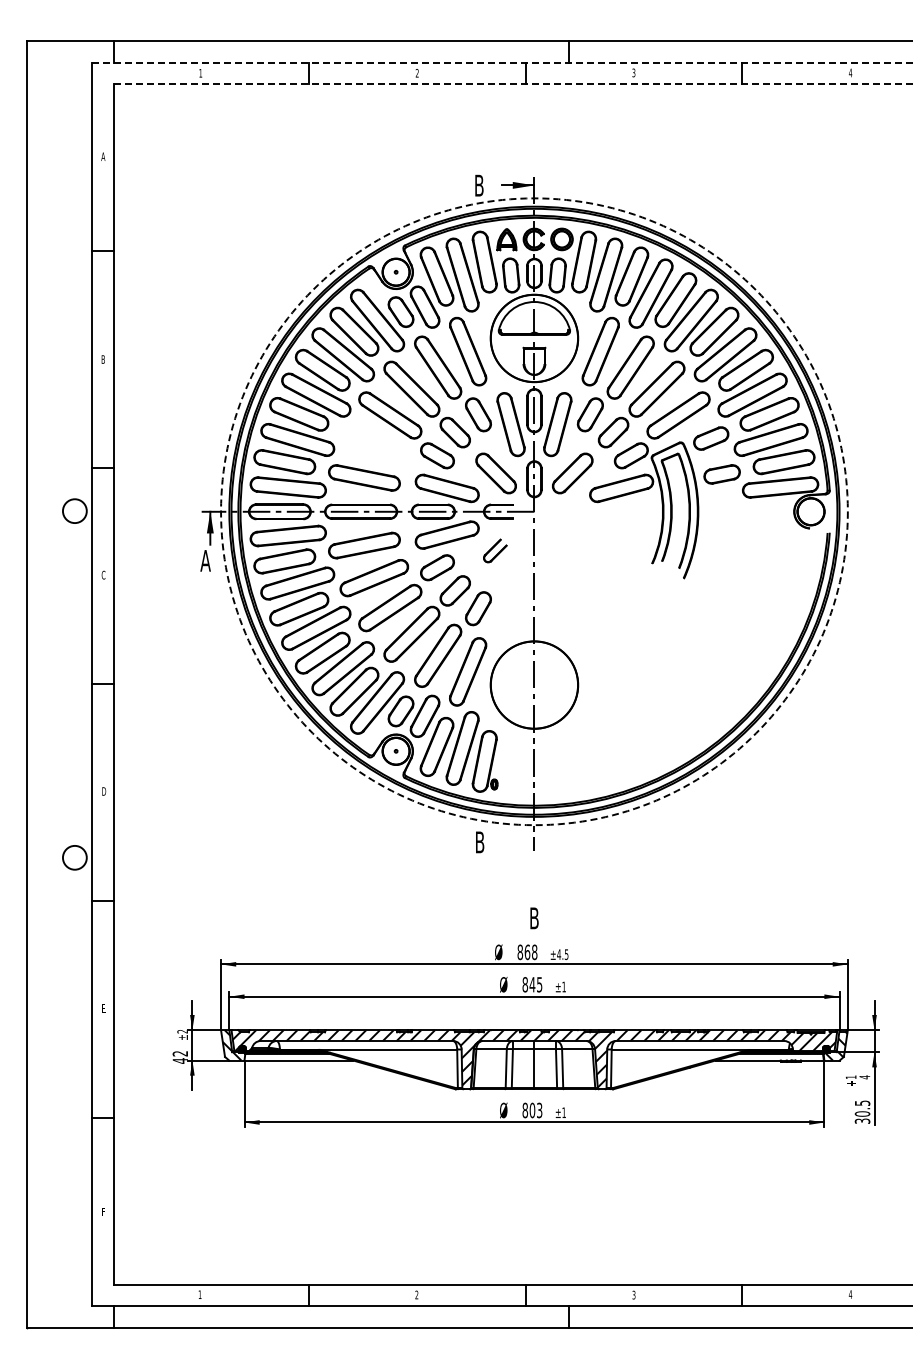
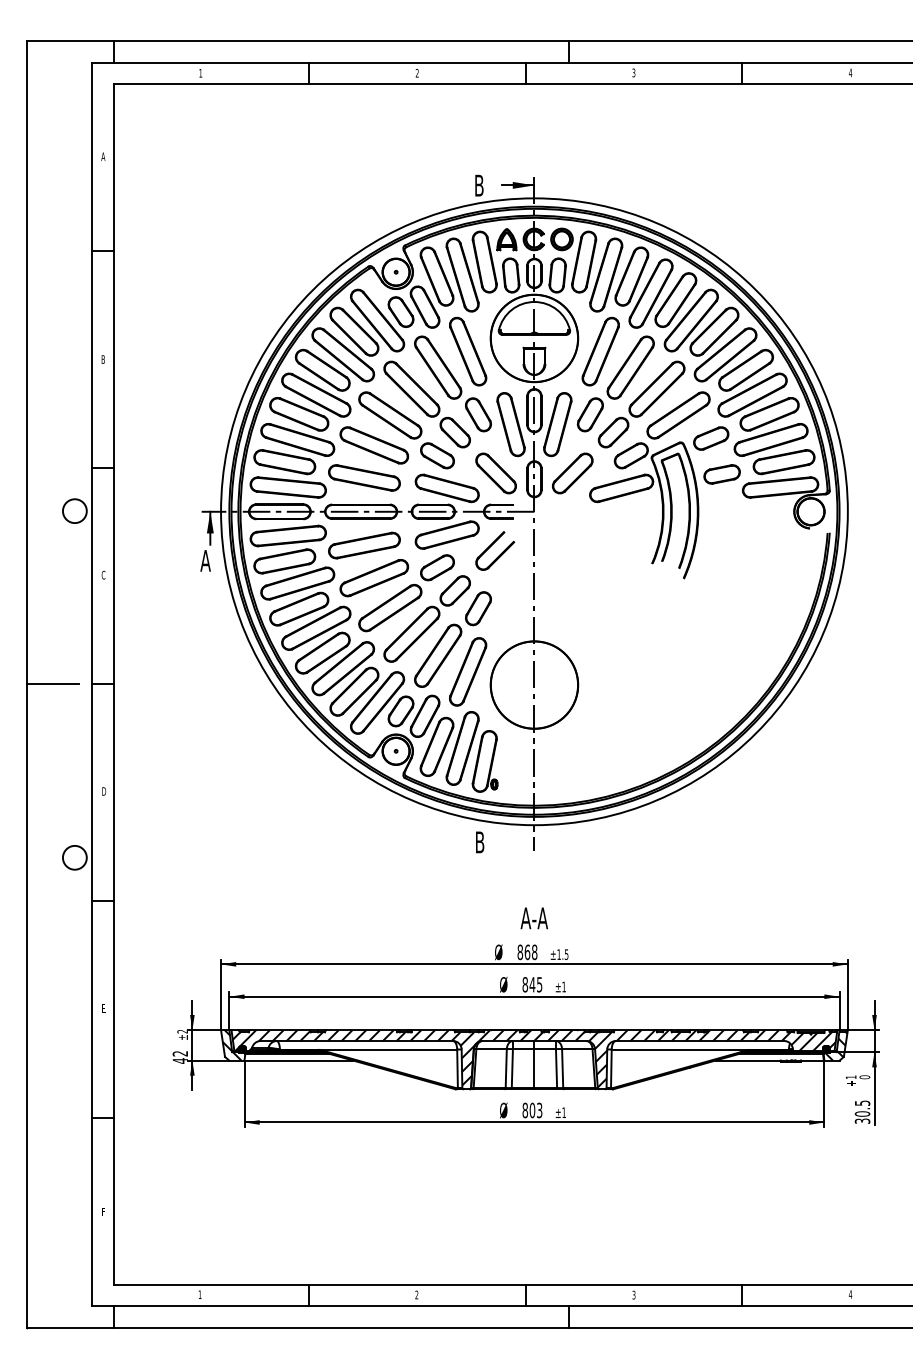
line at (503, 62): dashed -> solid
line at (512, 84): dashed -> solid
part at (374, 445): none -> present
circle at (534, 511): dashed -> solid
part at (495, 550) size: 25x26 px -> 41x40 px
line at (53, 684): none -> present
text at (533, 918): B -> A-A
text at (559, 954): ±4.5 -> ±1.5
text at (864, 1077): 4 -> 0
